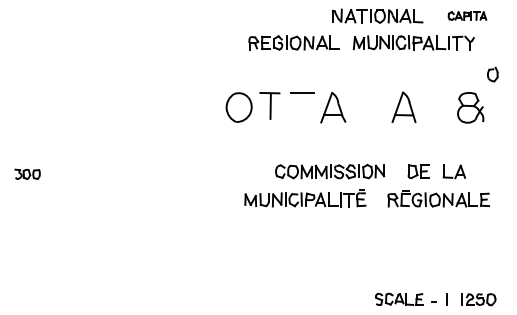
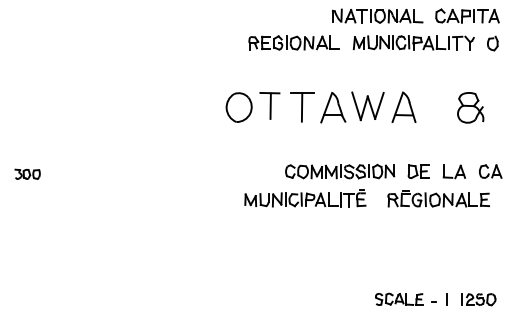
part at (467, 15) size: 41x10 px -> 65x16 px
part at (492, 74) position: (492, 74) -> (492, 43)
part at (367, 106): none -> present
line at (301, 107): none -> present
part at (330, 171) position: (330, 171) -> (340, 171)
part at (490, 171): none -> present
